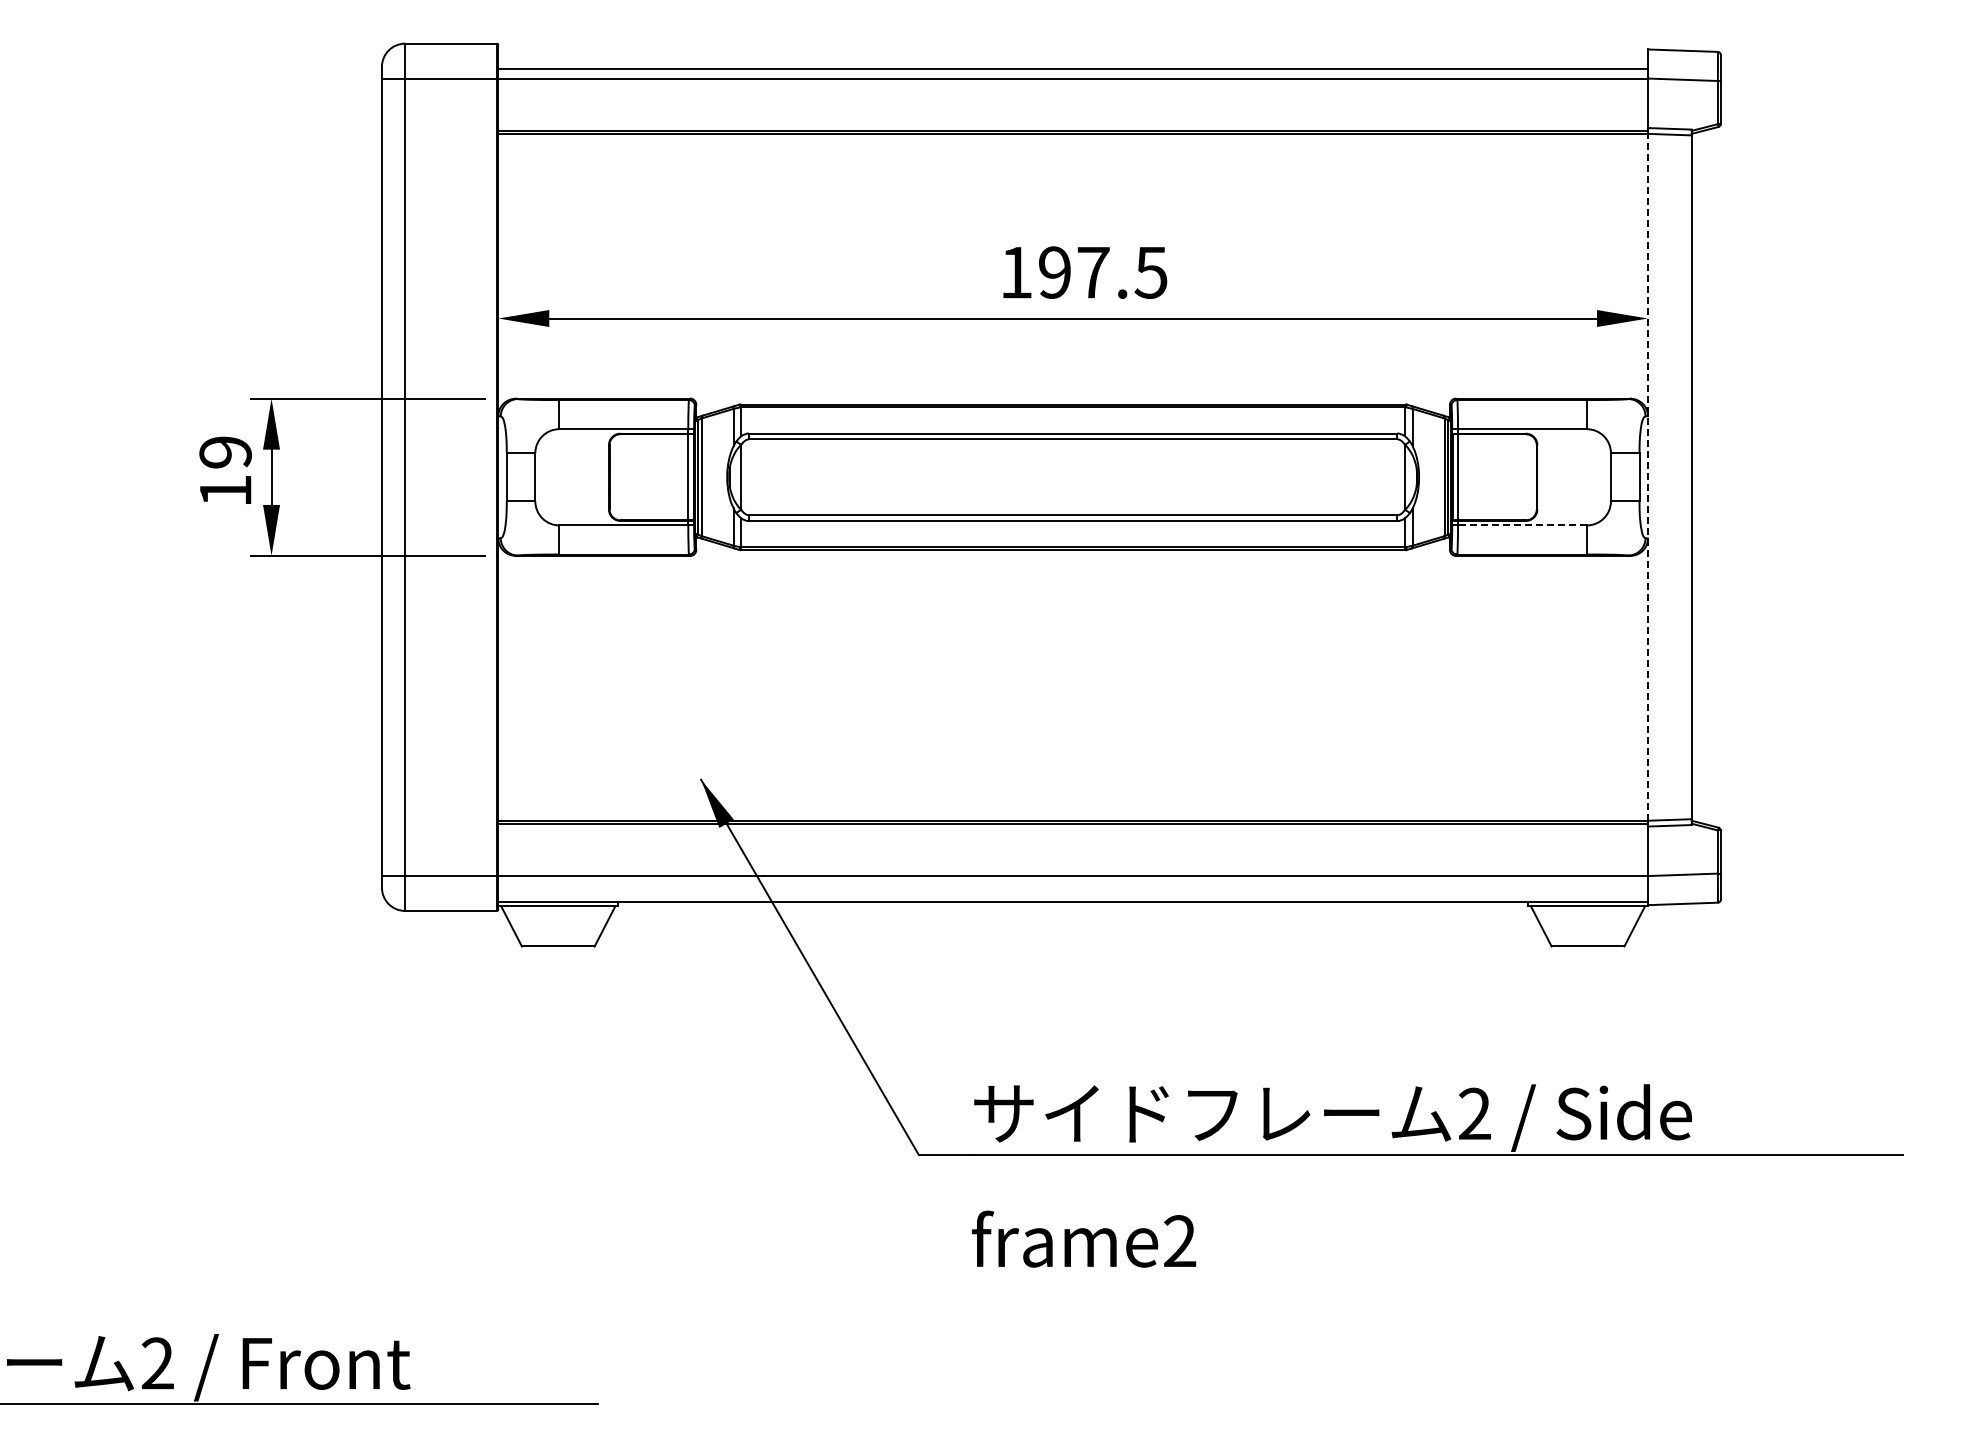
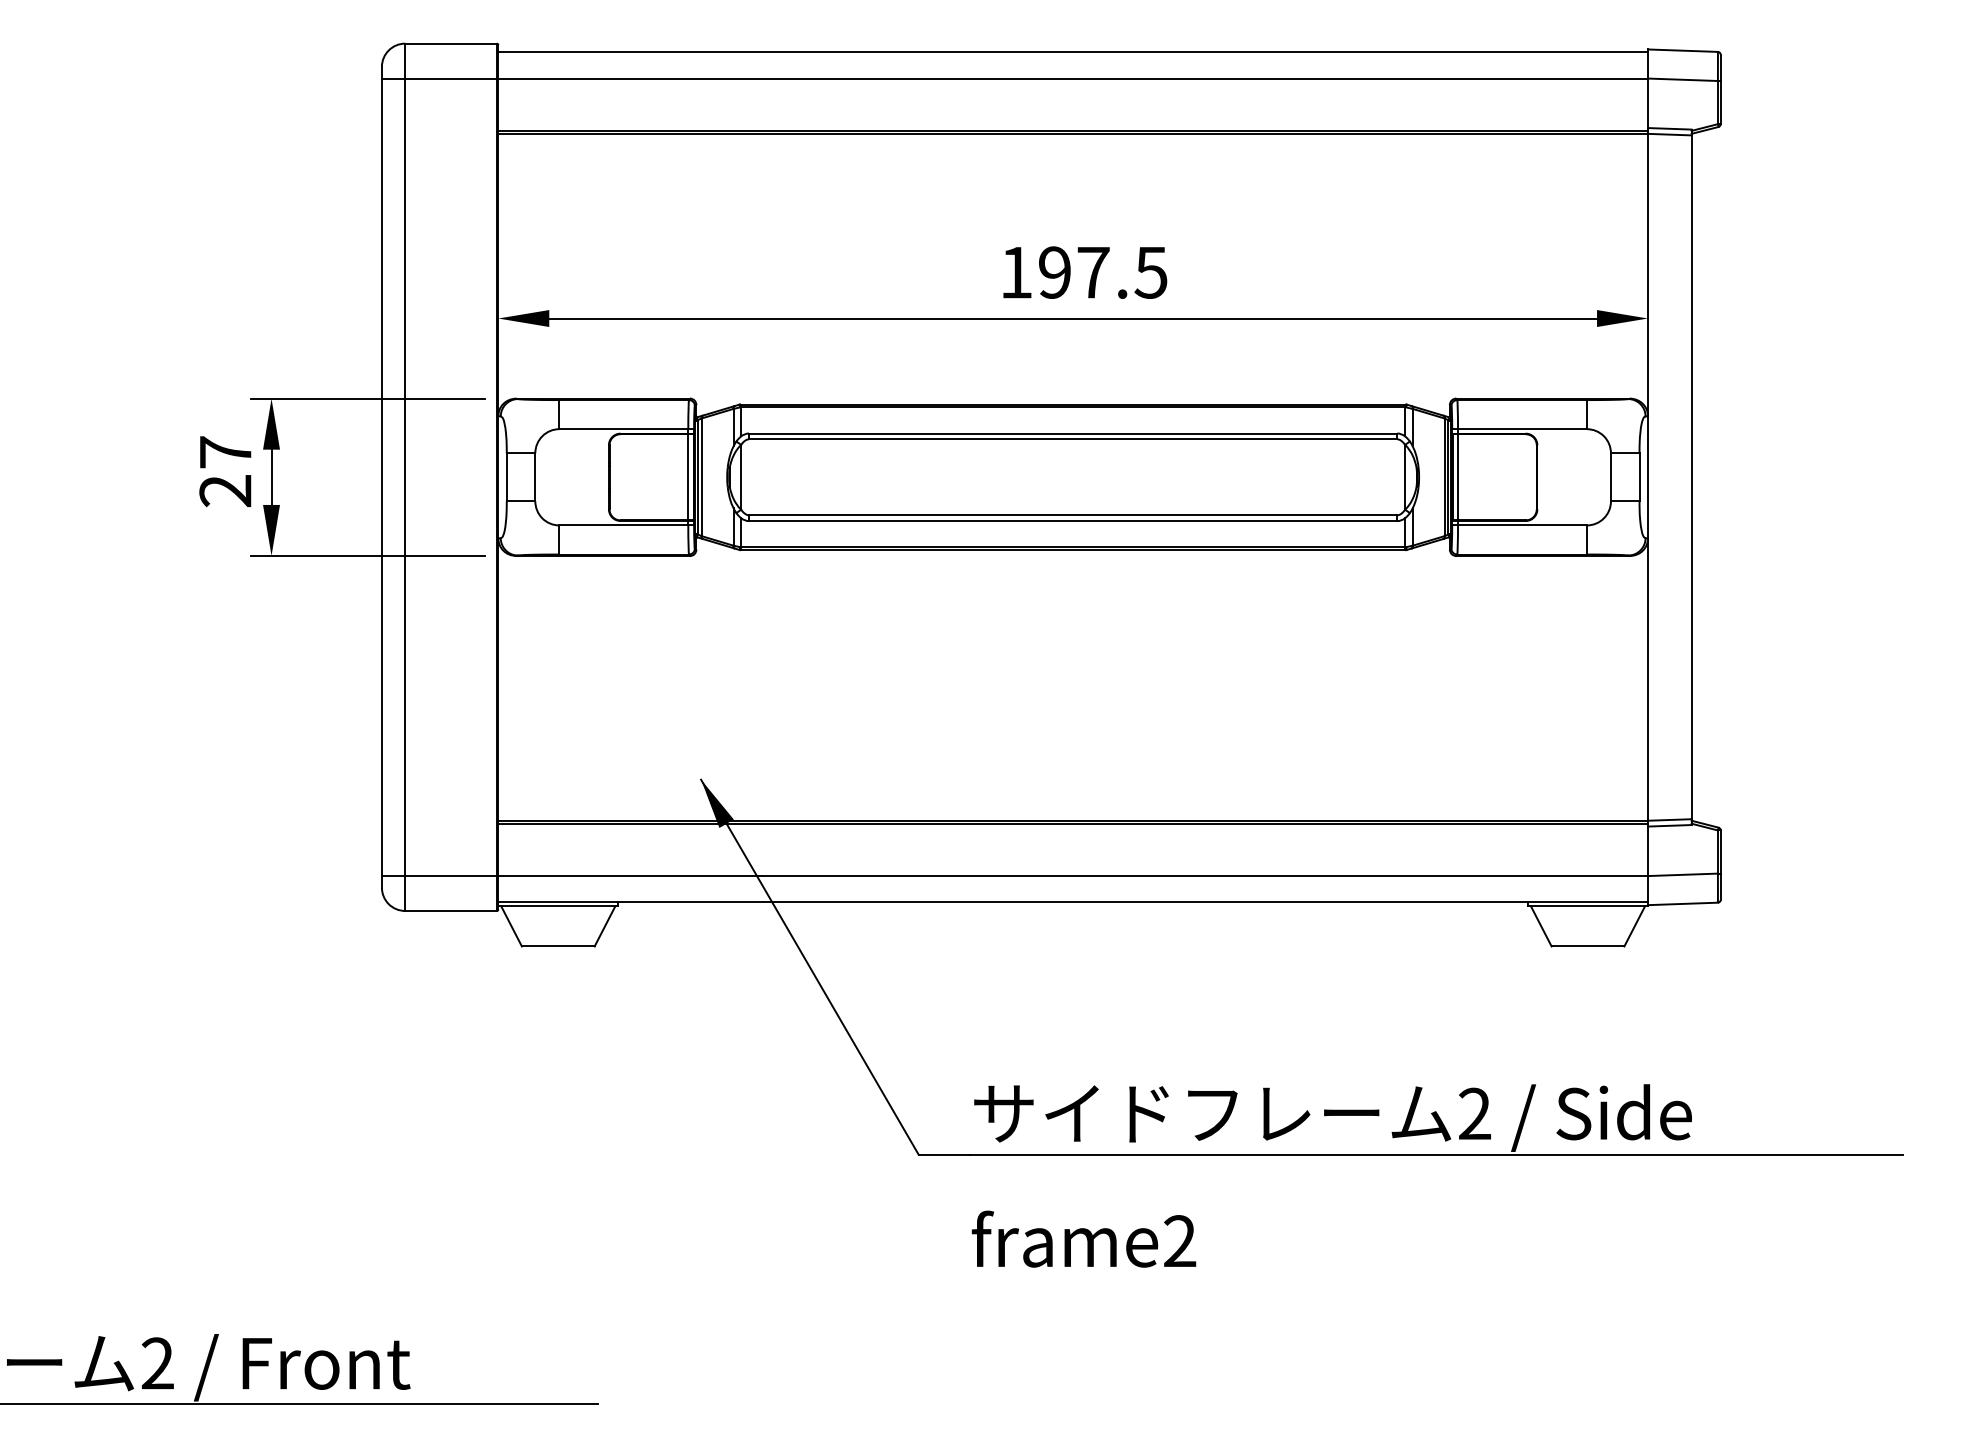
line at (1072, 69) position: (1072, 69) -> (1072, 52)
text at (225, 471): 19 -> 27
line at (1647, 476): dashed -> solid
line at (1521, 525): dashed -> solid
